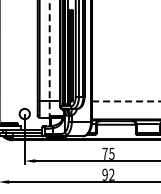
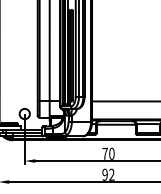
line at (49, 60): dashed -> solid
line at (126, 101): dashed -> solid
text at (111, 153): 75 -> 70
